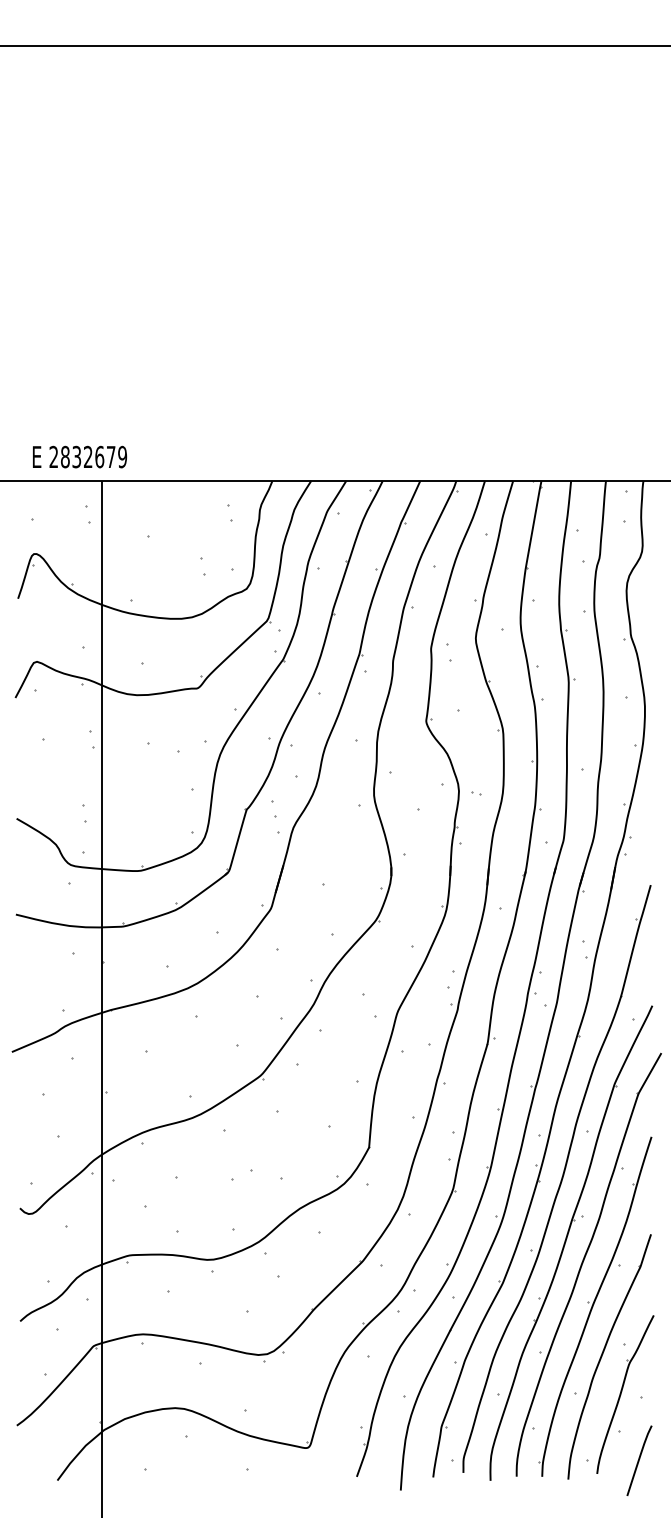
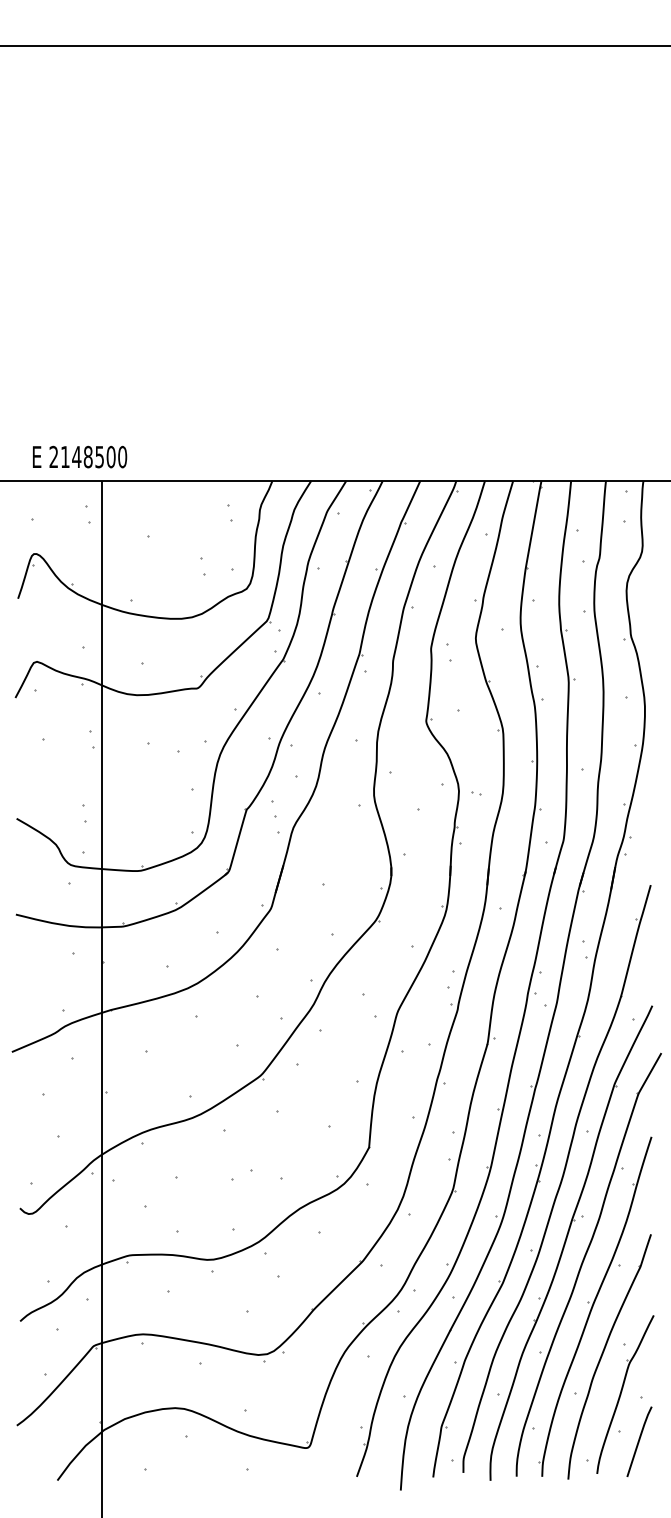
text at (94, 456): 2832679 -> 2148500
curve at (639, 1460) position: (639, 1460) -> (639, 1441)
